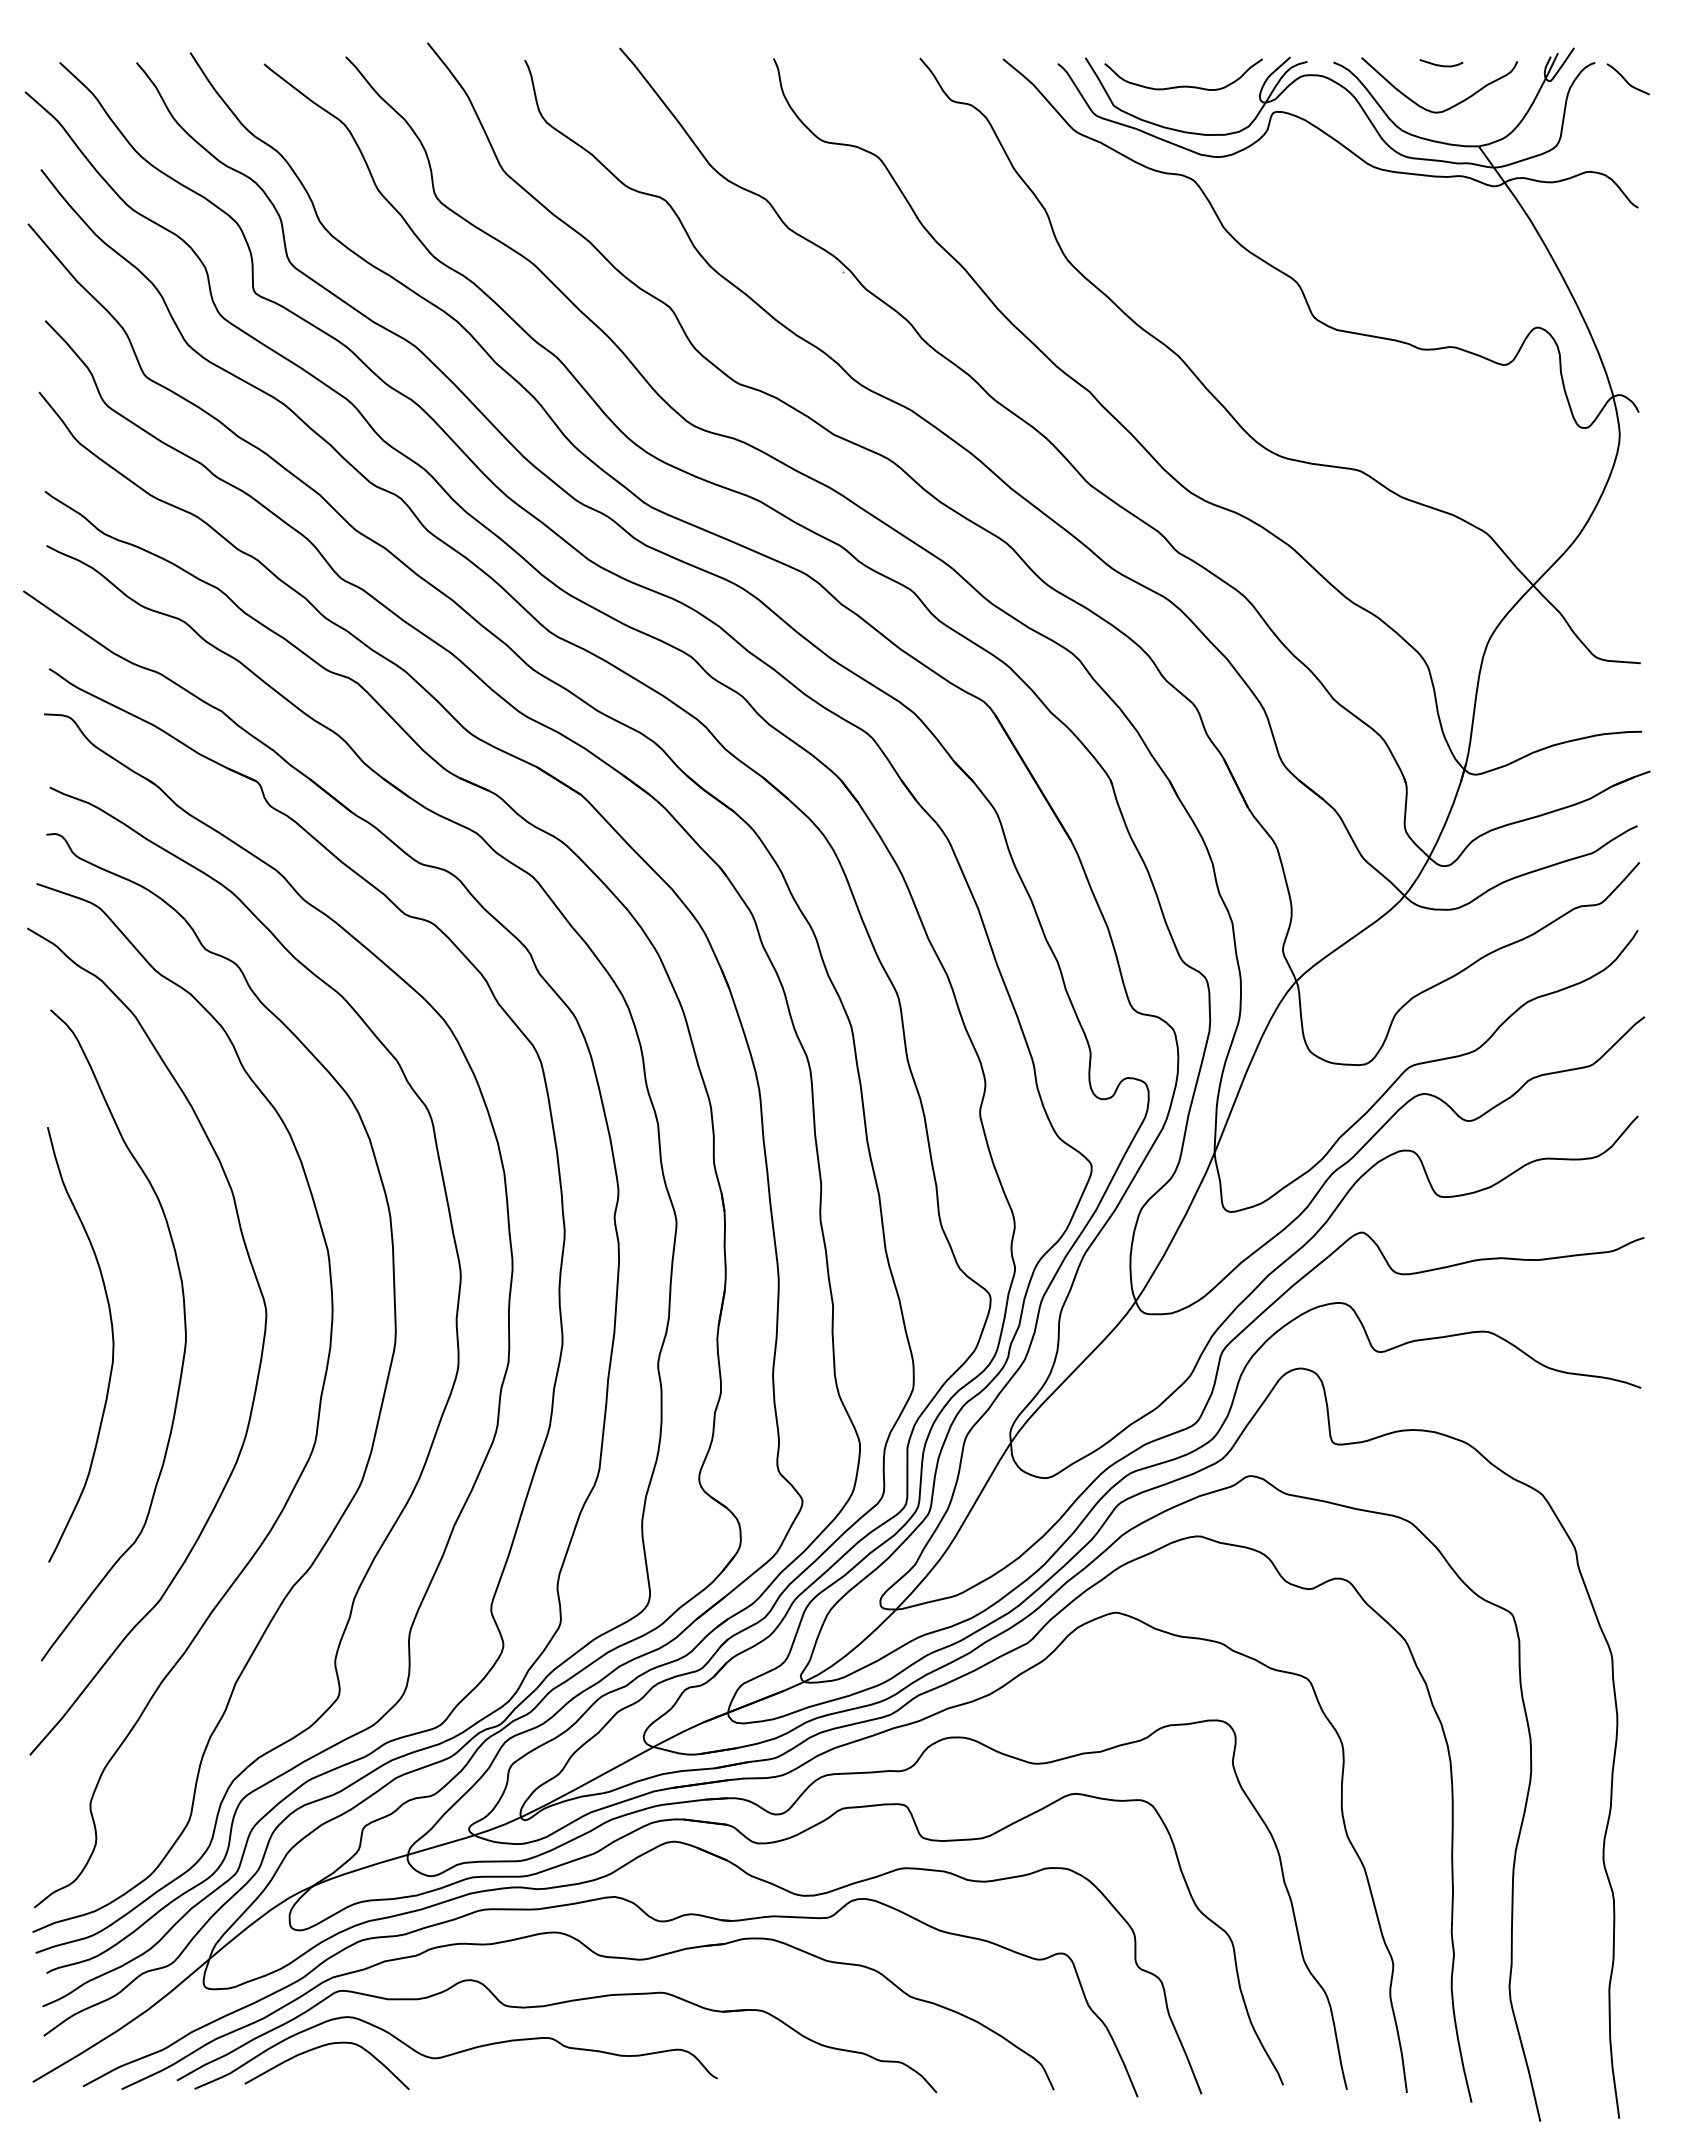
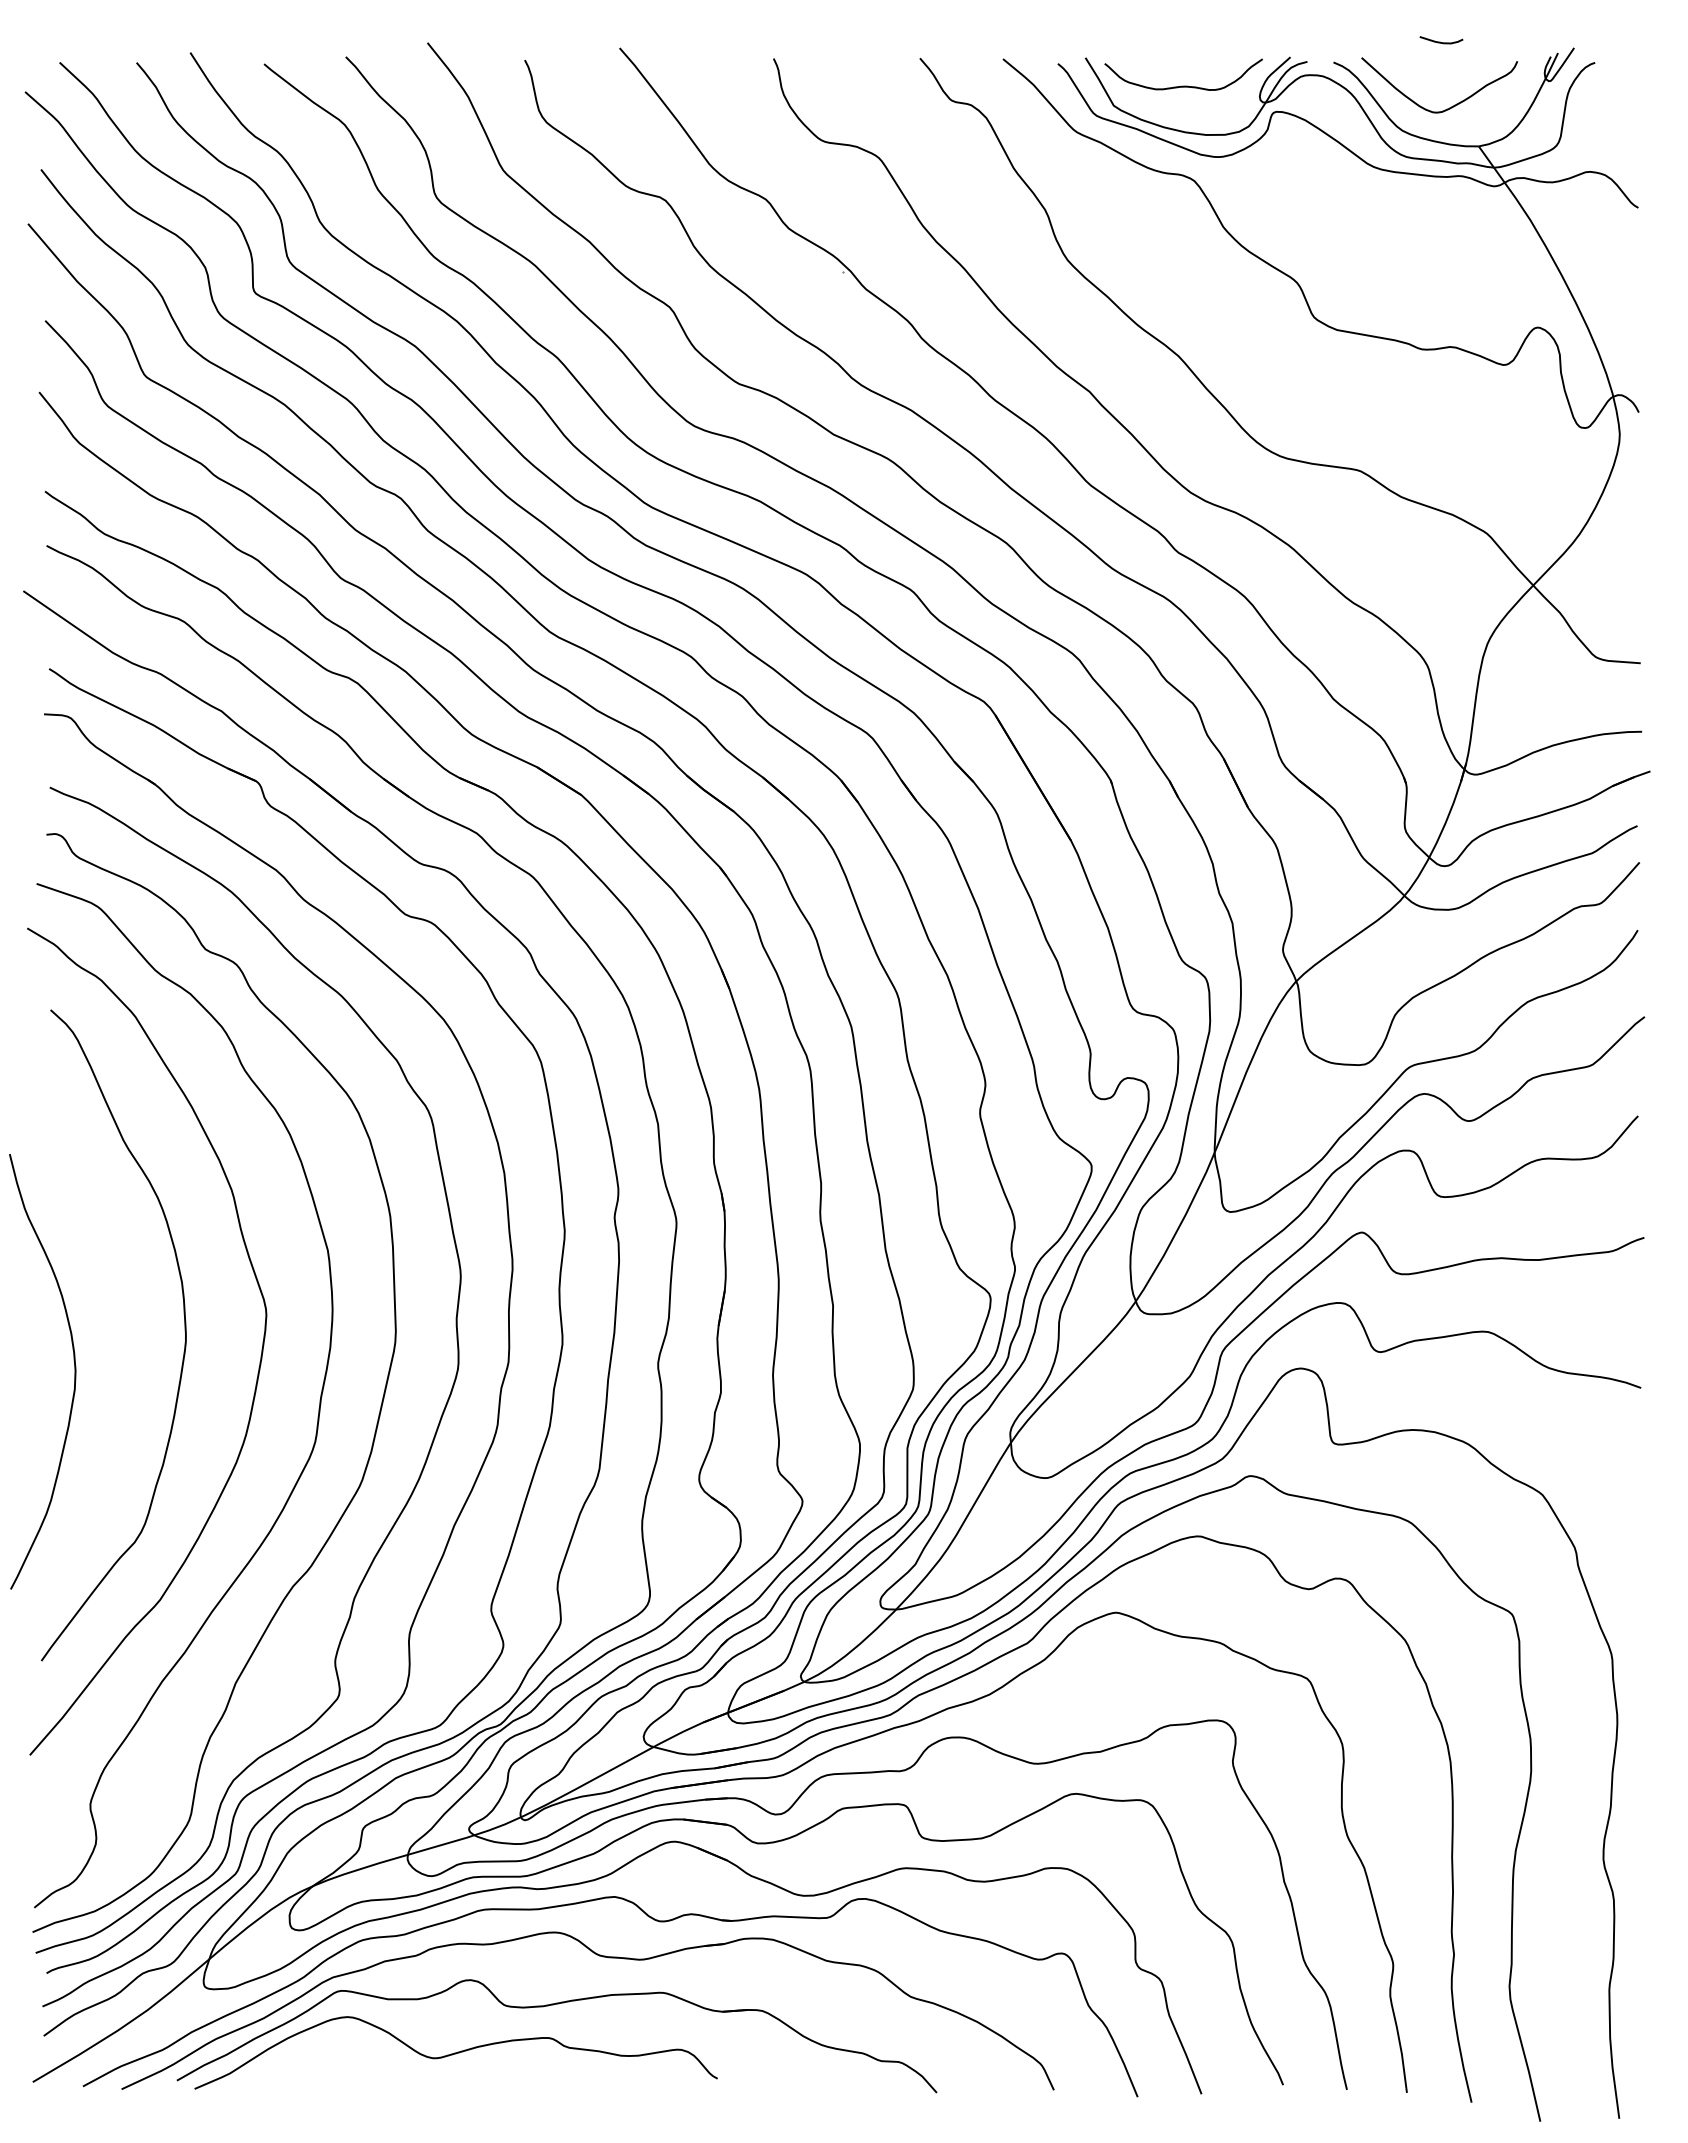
curve at (1440, 64) position: (1440, 64) -> (1440, 41)
curve at (1626, 79): present -> none
curve at (112, 1344) position: (112, 1344) -> (74, 1371)
curve at (321, 2047): present -> none
